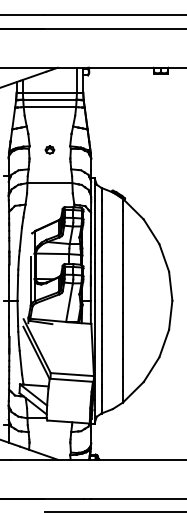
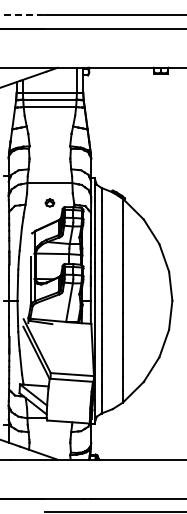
line at (22, 15): solid -> dashed
part at (49, 149) position: (49, 149) -> (49, 202)
